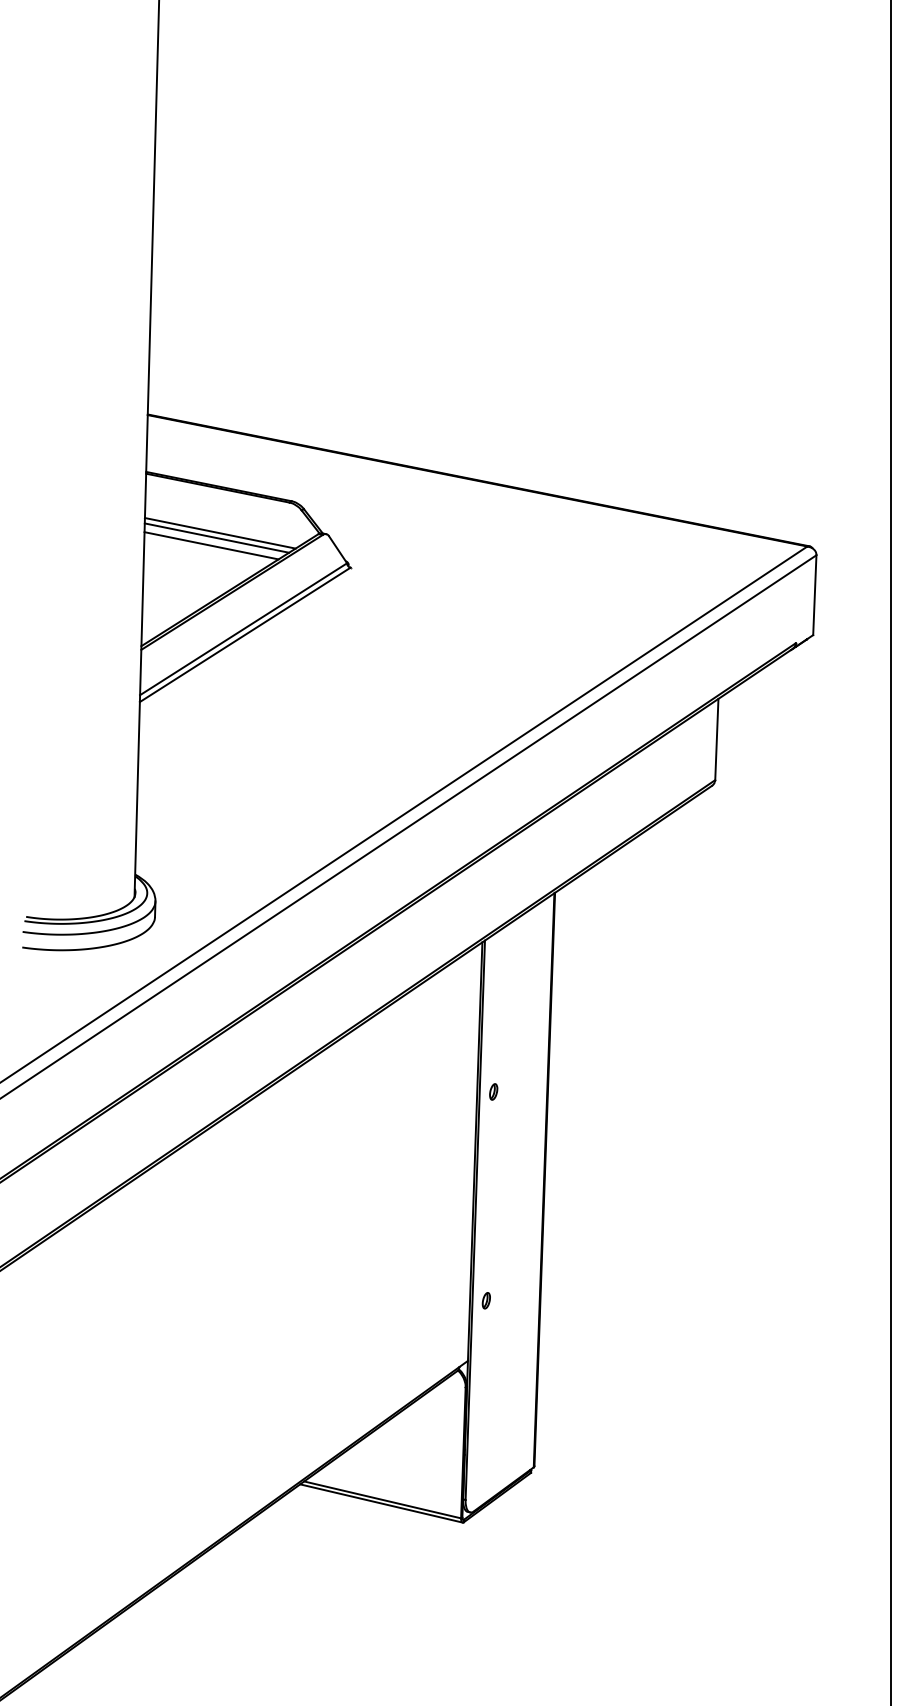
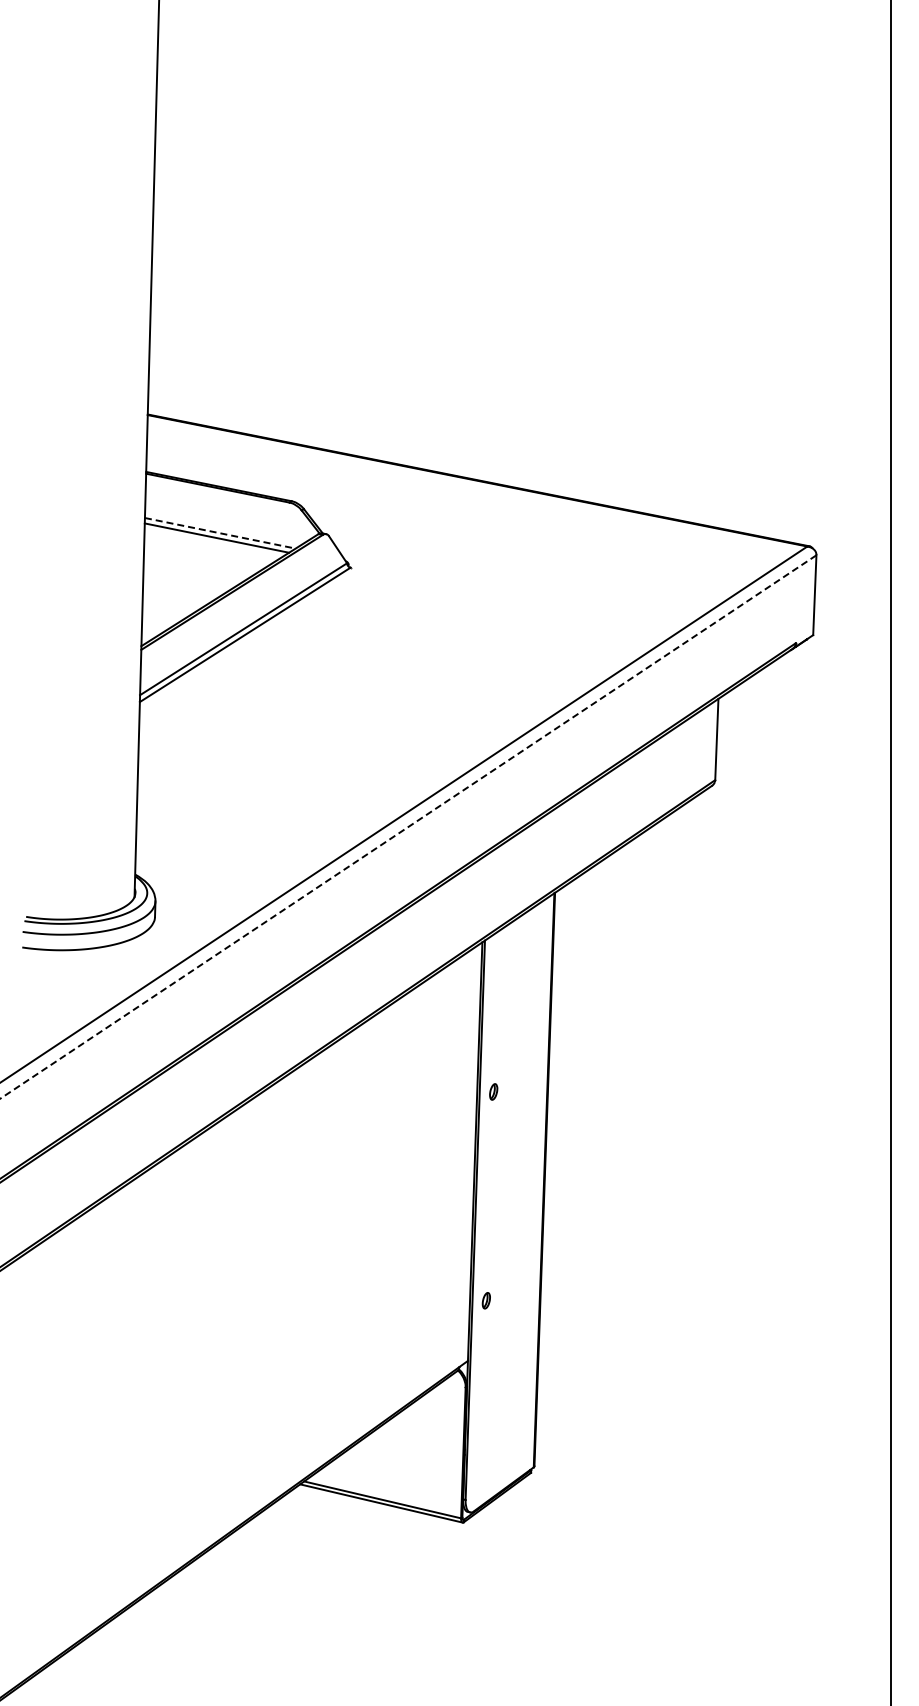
line at (220, 533): solid -> dashed
line at (211, 545): present -> none
line at (407, 827): solid -> dashed
